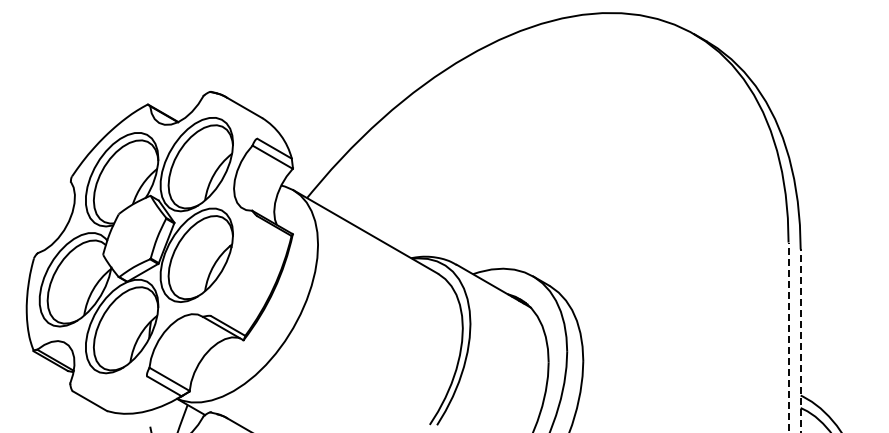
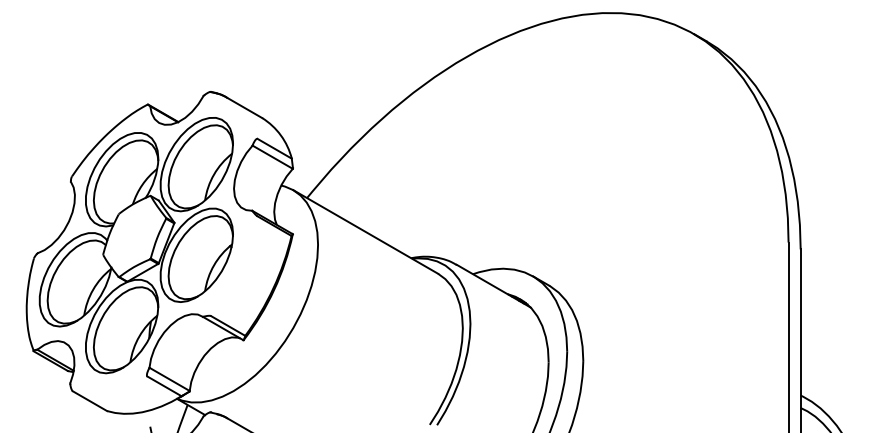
line at (788, 337): dashed -> solid
line at (800, 340): dashed -> solid
